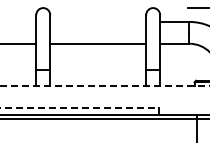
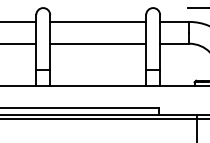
line at (19, 21): none -> present
line at (98, 21): none -> present
line at (104, 86): dashed -> solid
line at (80, 108): dashed -> solid
